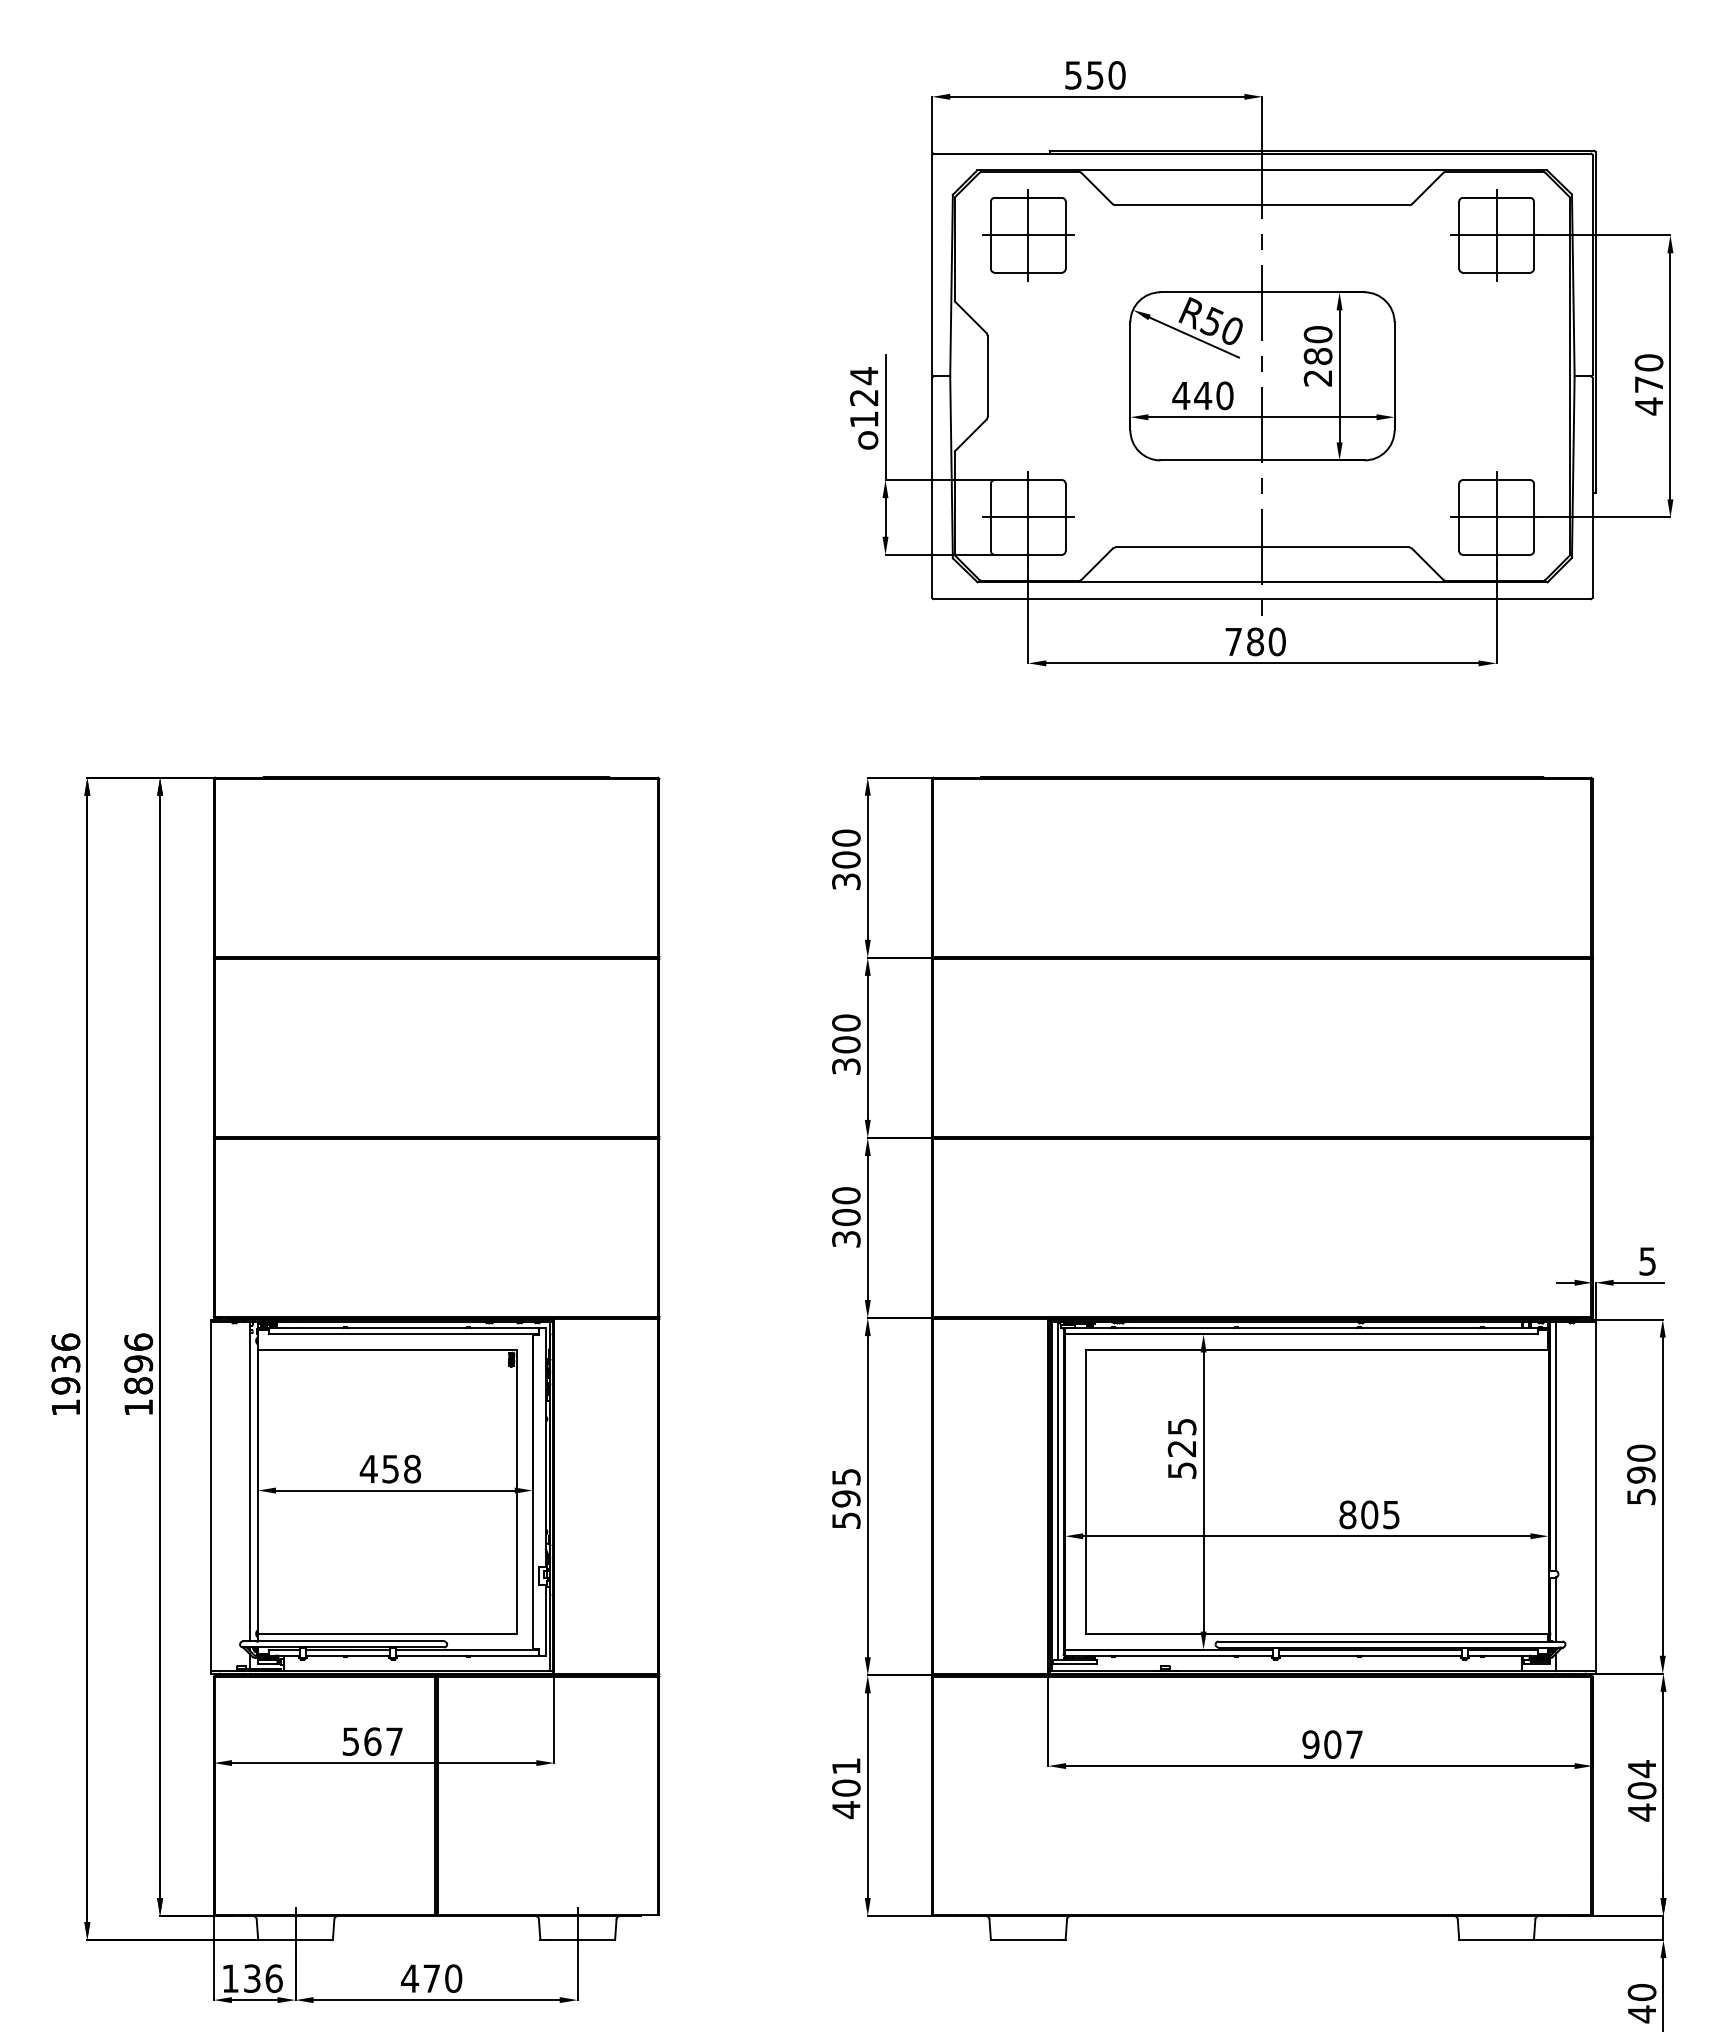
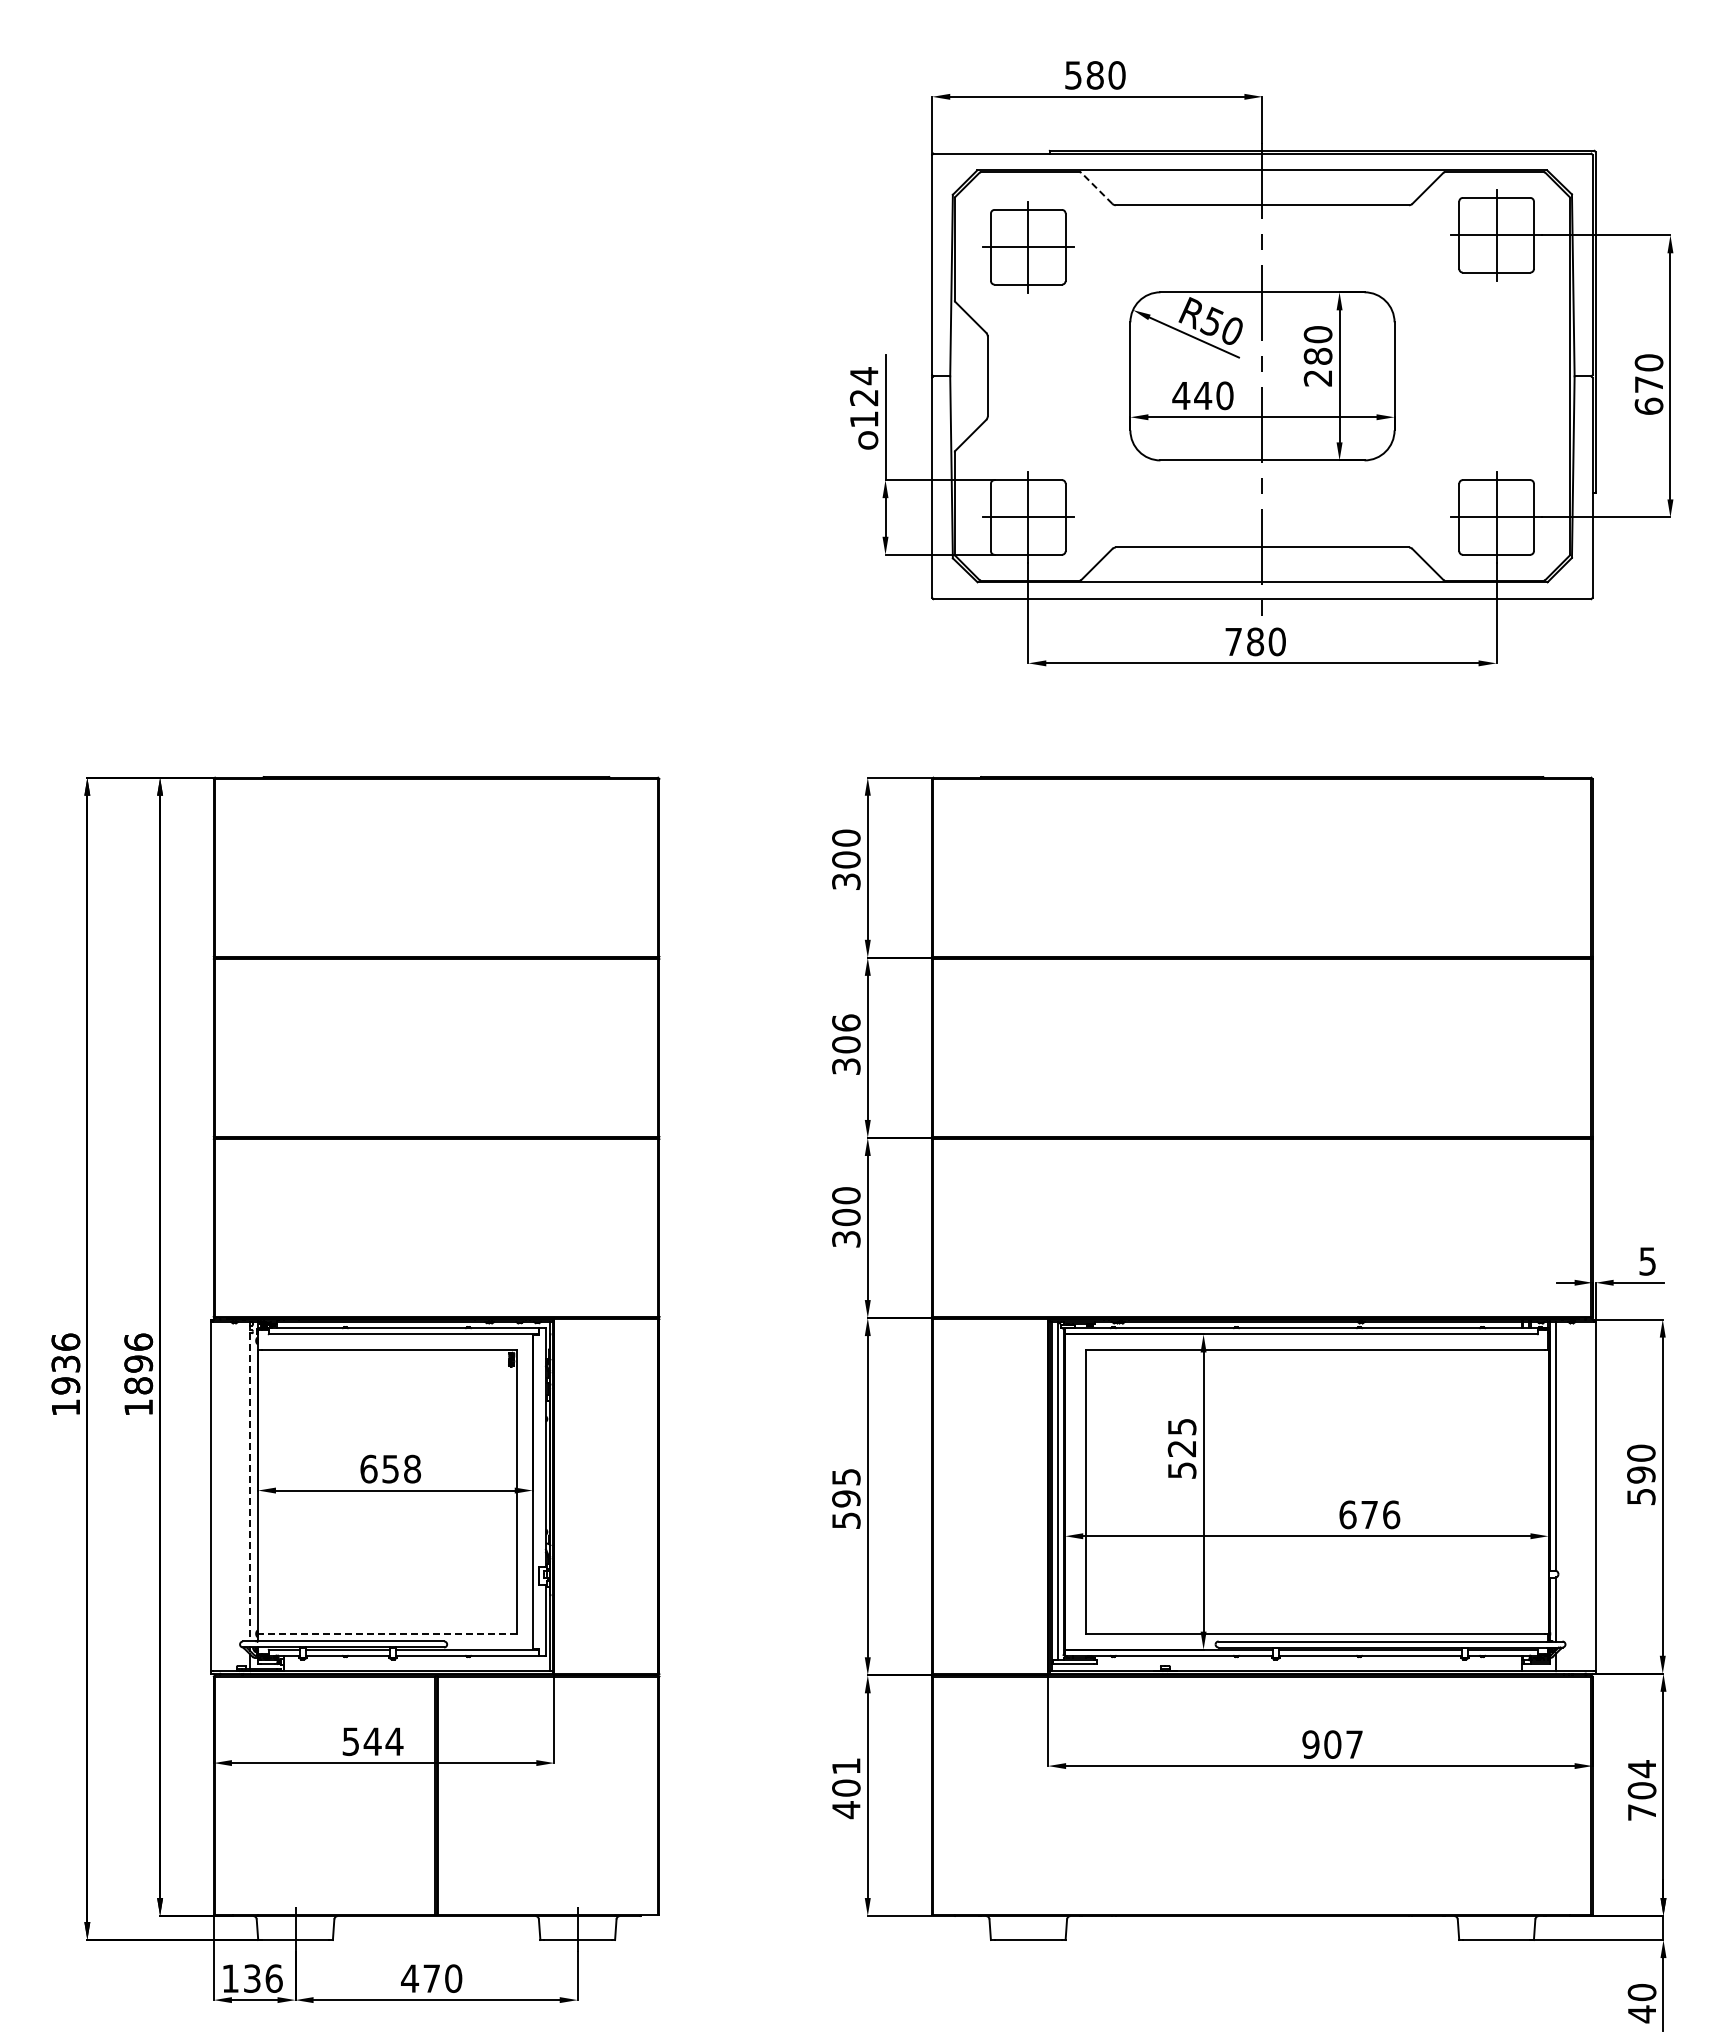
text at (1094, 75): 550 -> 580
line at (1096, 188): solid -> dashed
part at (1028, 235) position: (1028, 235) -> (1028, 247)
text at (1648, 406): 470 -> 670
text at (846, 1022): 300 -> 306
text at (368, 1468): 458 -> 658
line at (250, 1481): solid -> dashed
text at (1369, 1514): 805 -> 676
line at (389, 1633): solid -> dashed
text at (383, 1741): 567 -> 544
text at (1641, 1812): 404 -> 704
